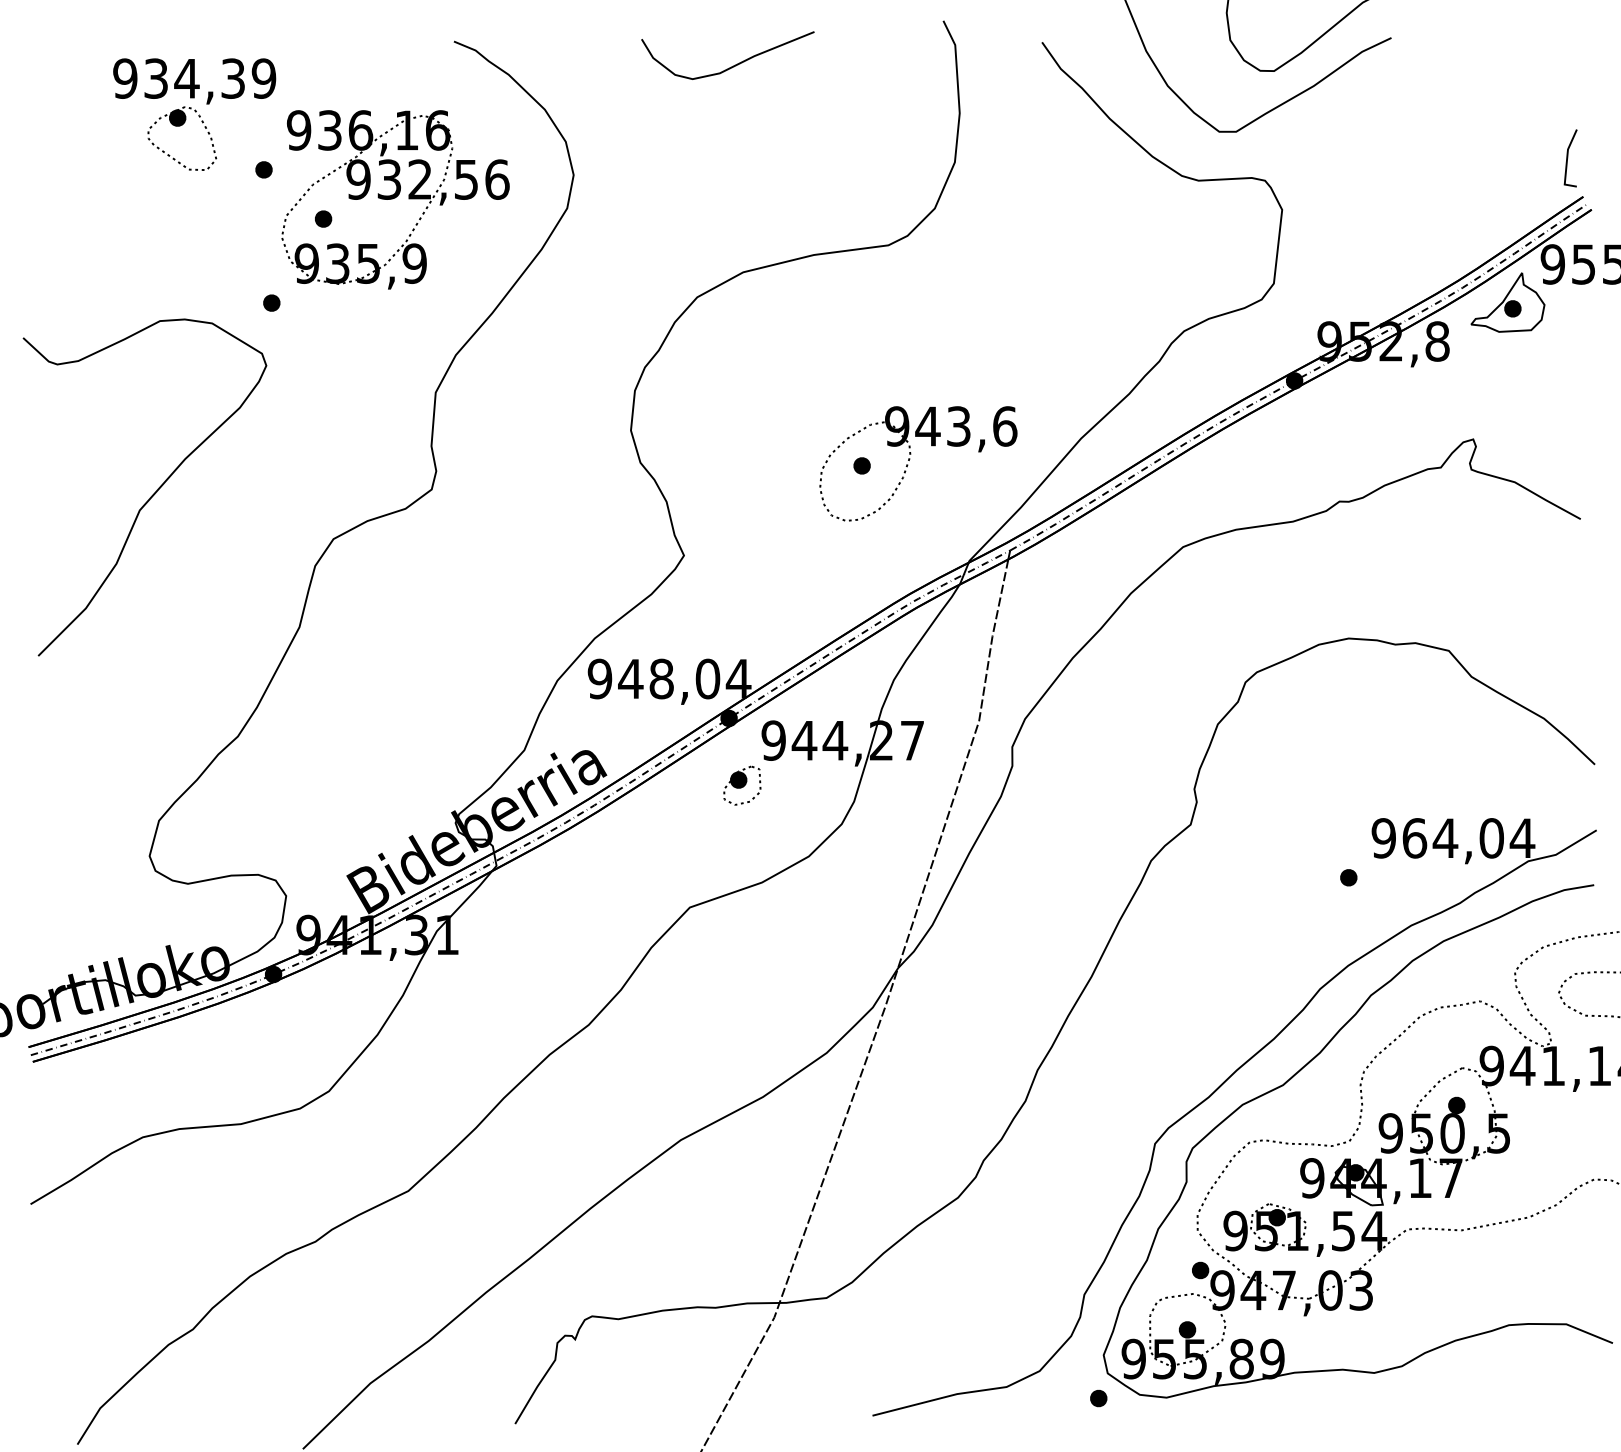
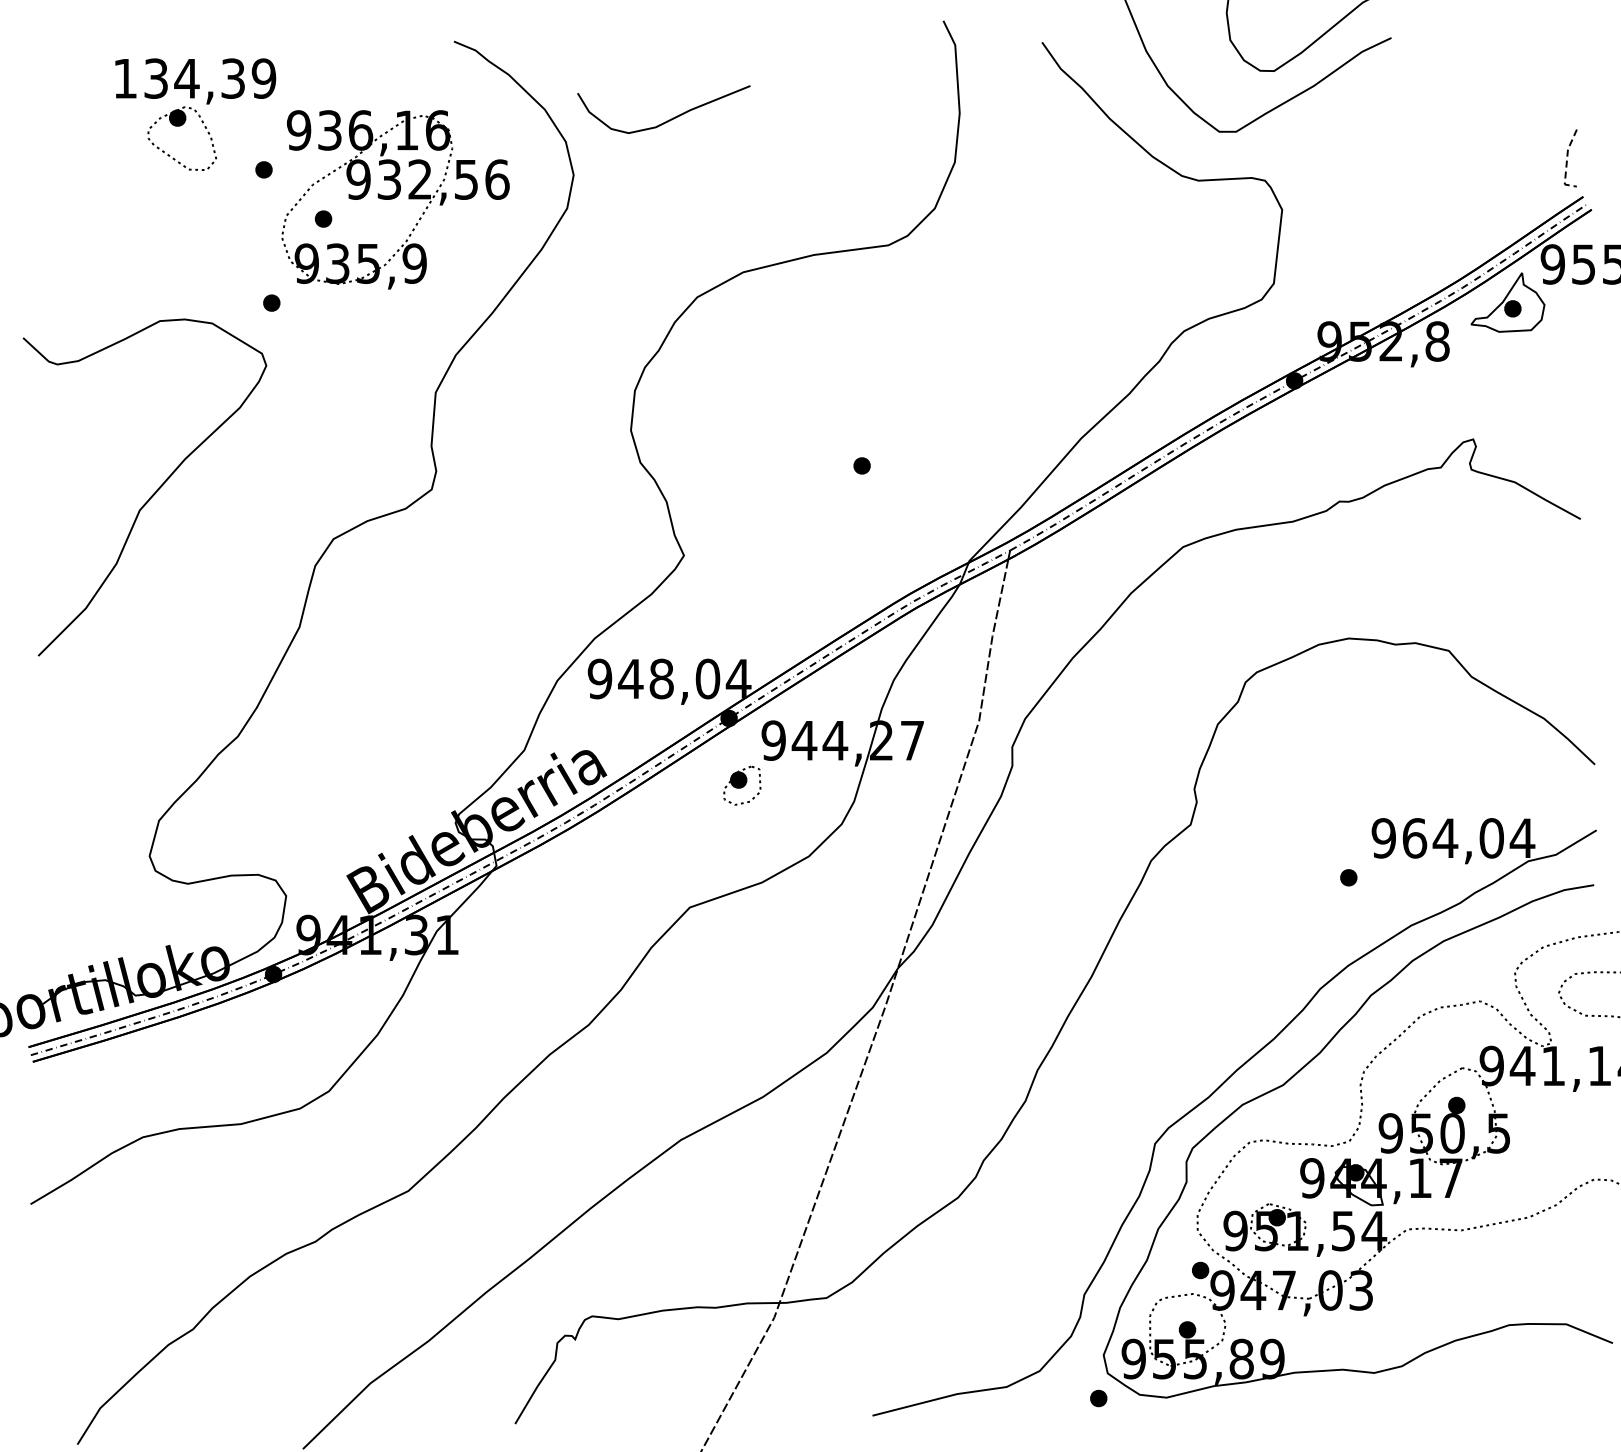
curve at (733, 65) position: (733, 65) -> (669, 119)
text at (125, 78): 934,39 -> 134,39
line at (1566, 163): solid -> dashed
part at (910, 459): present -> none
